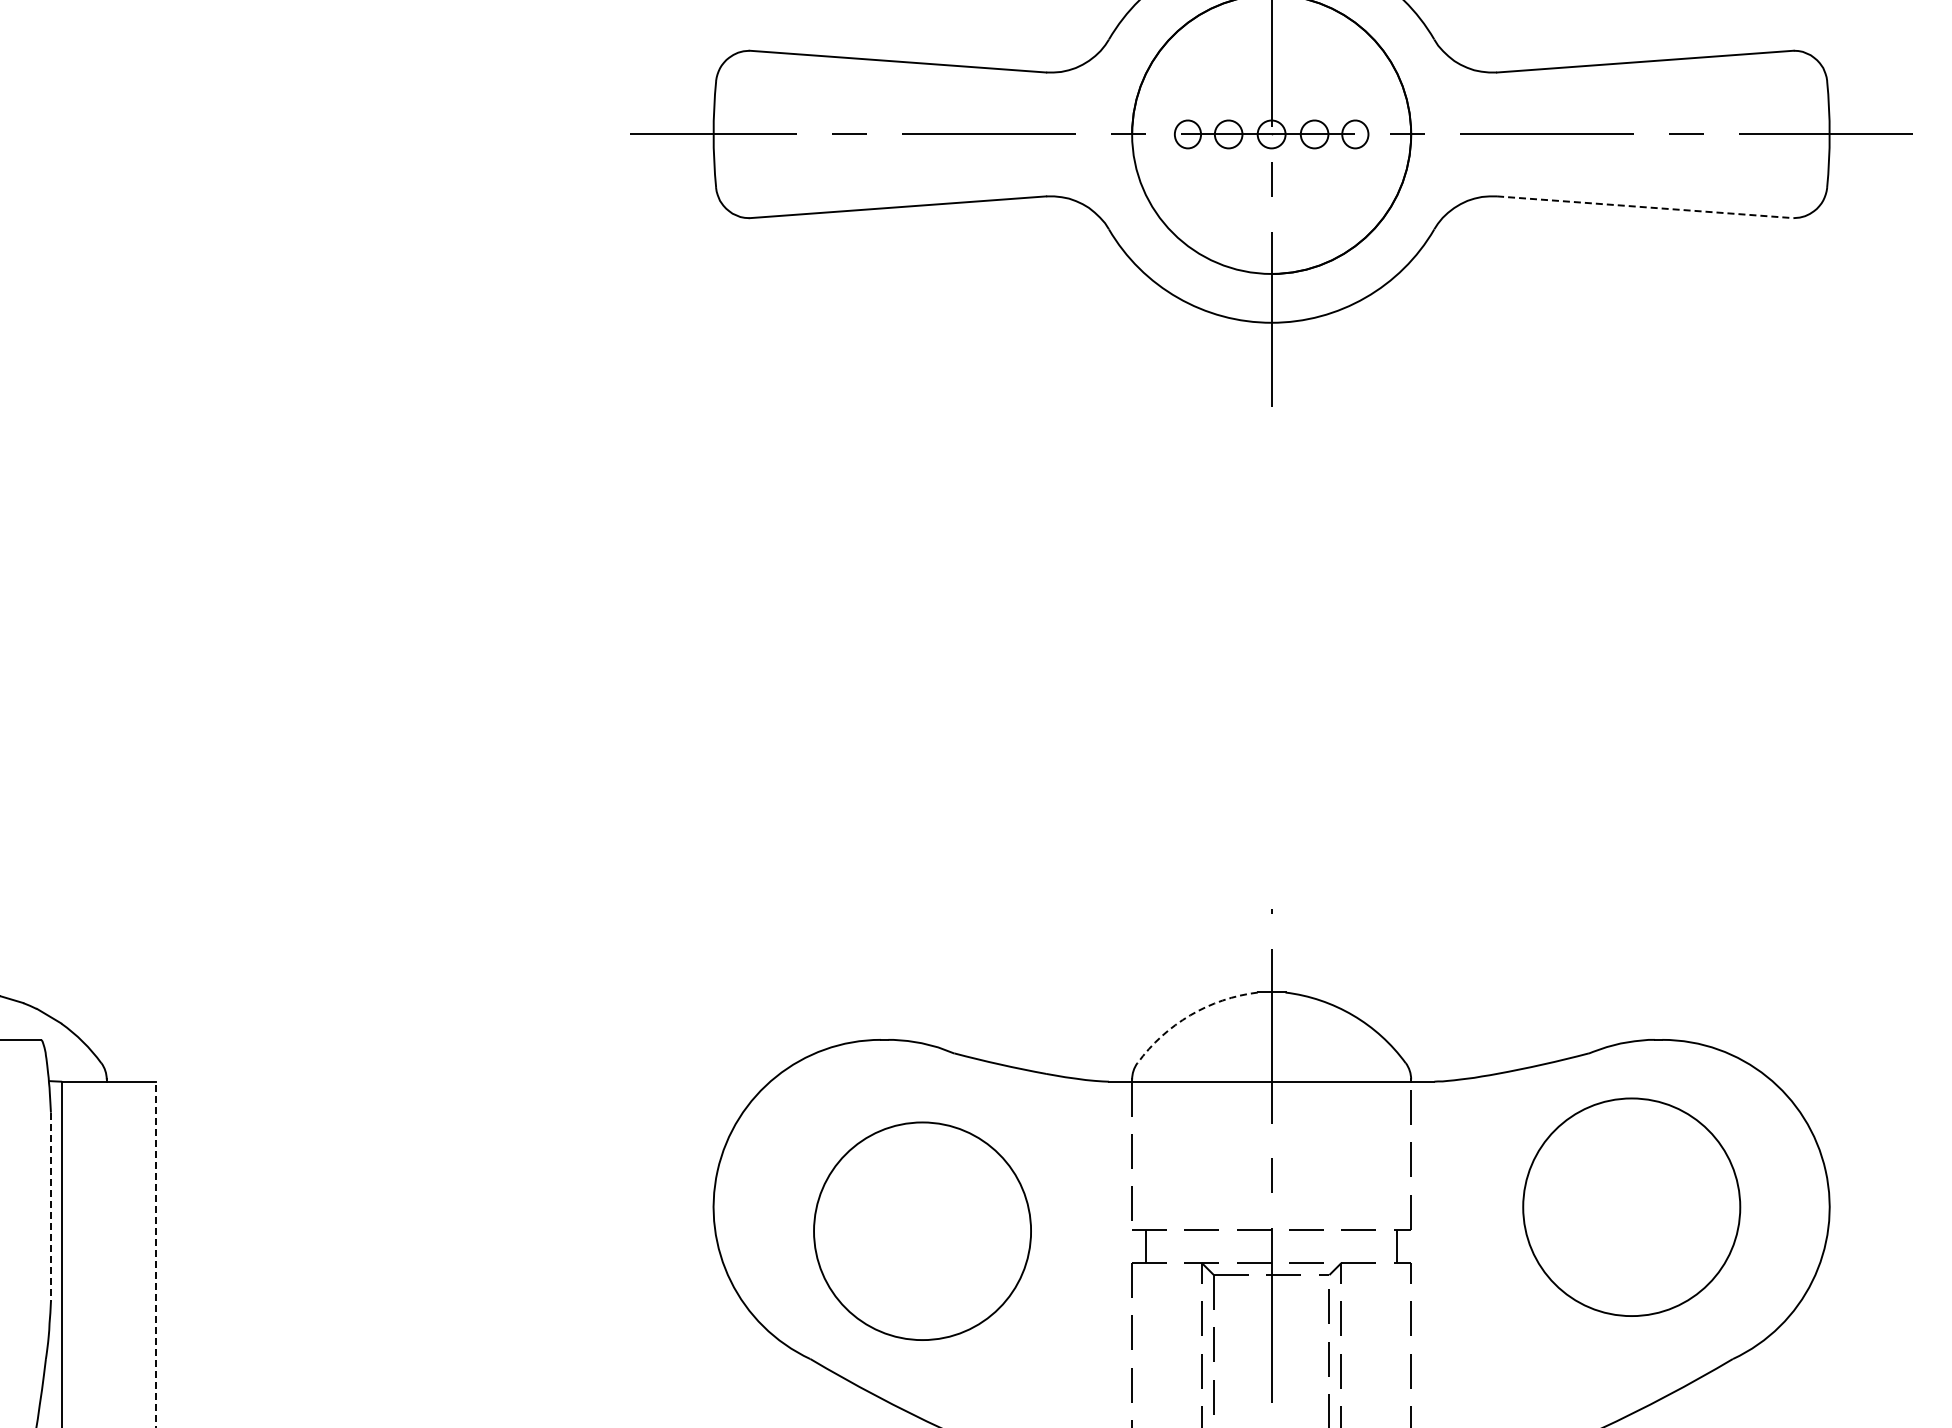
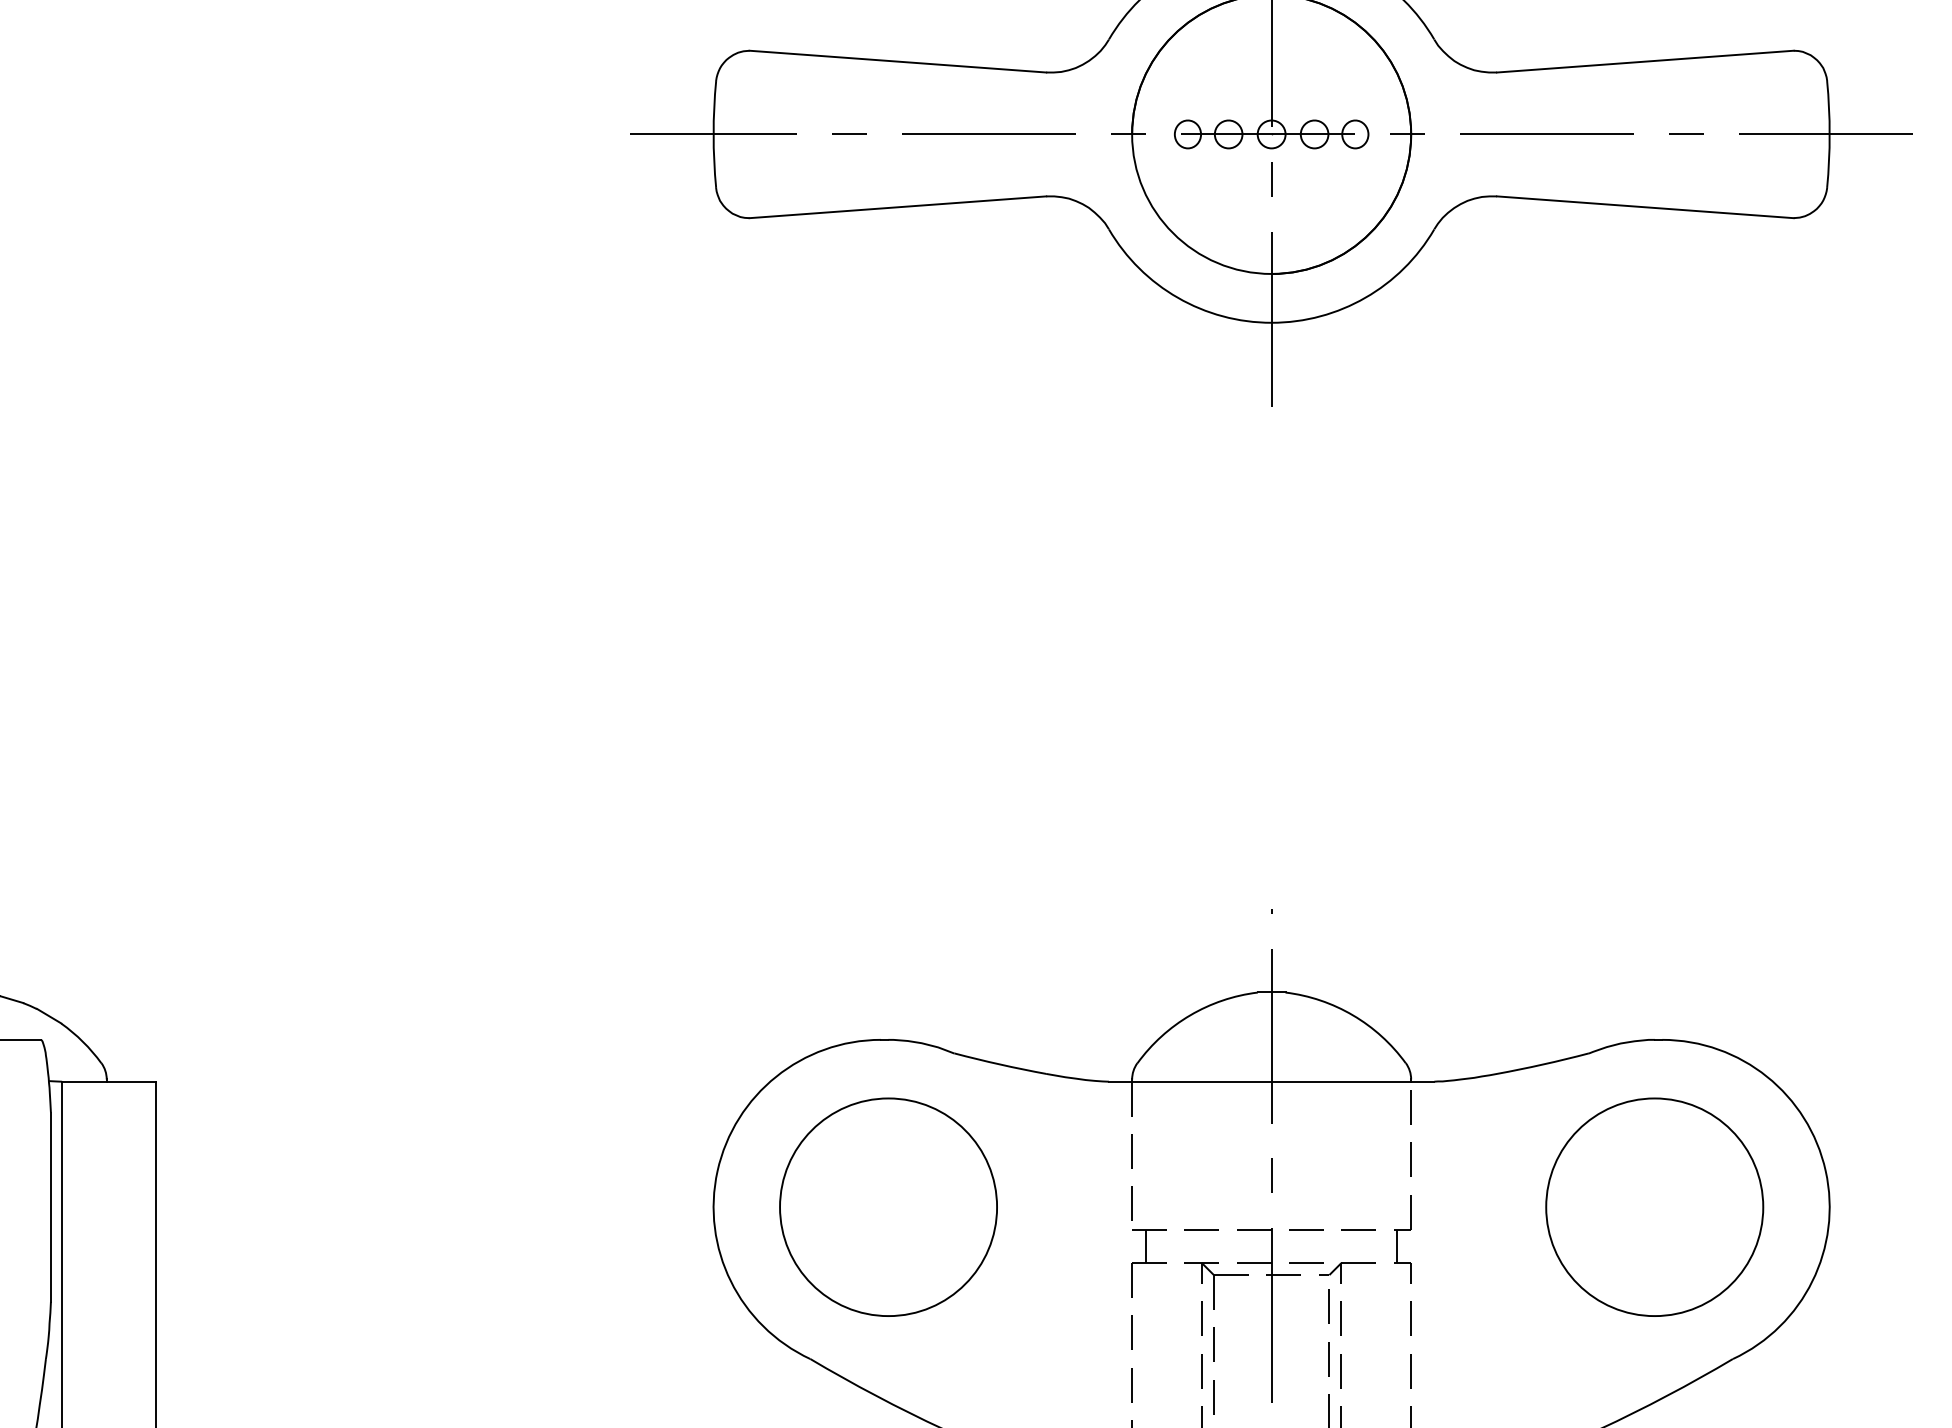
line at (1645, 207): dashed -> solid
arc at (1190, 1015): dashed -> solid
part at (1631, 1206) position: (1631, 1206) -> (1654, 1206)
line at (50, 1207): dashed -> solid
part at (922, 1230) position: (922, 1230) -> (888, 1206)
line at (155, 1254): dashed -> solid
